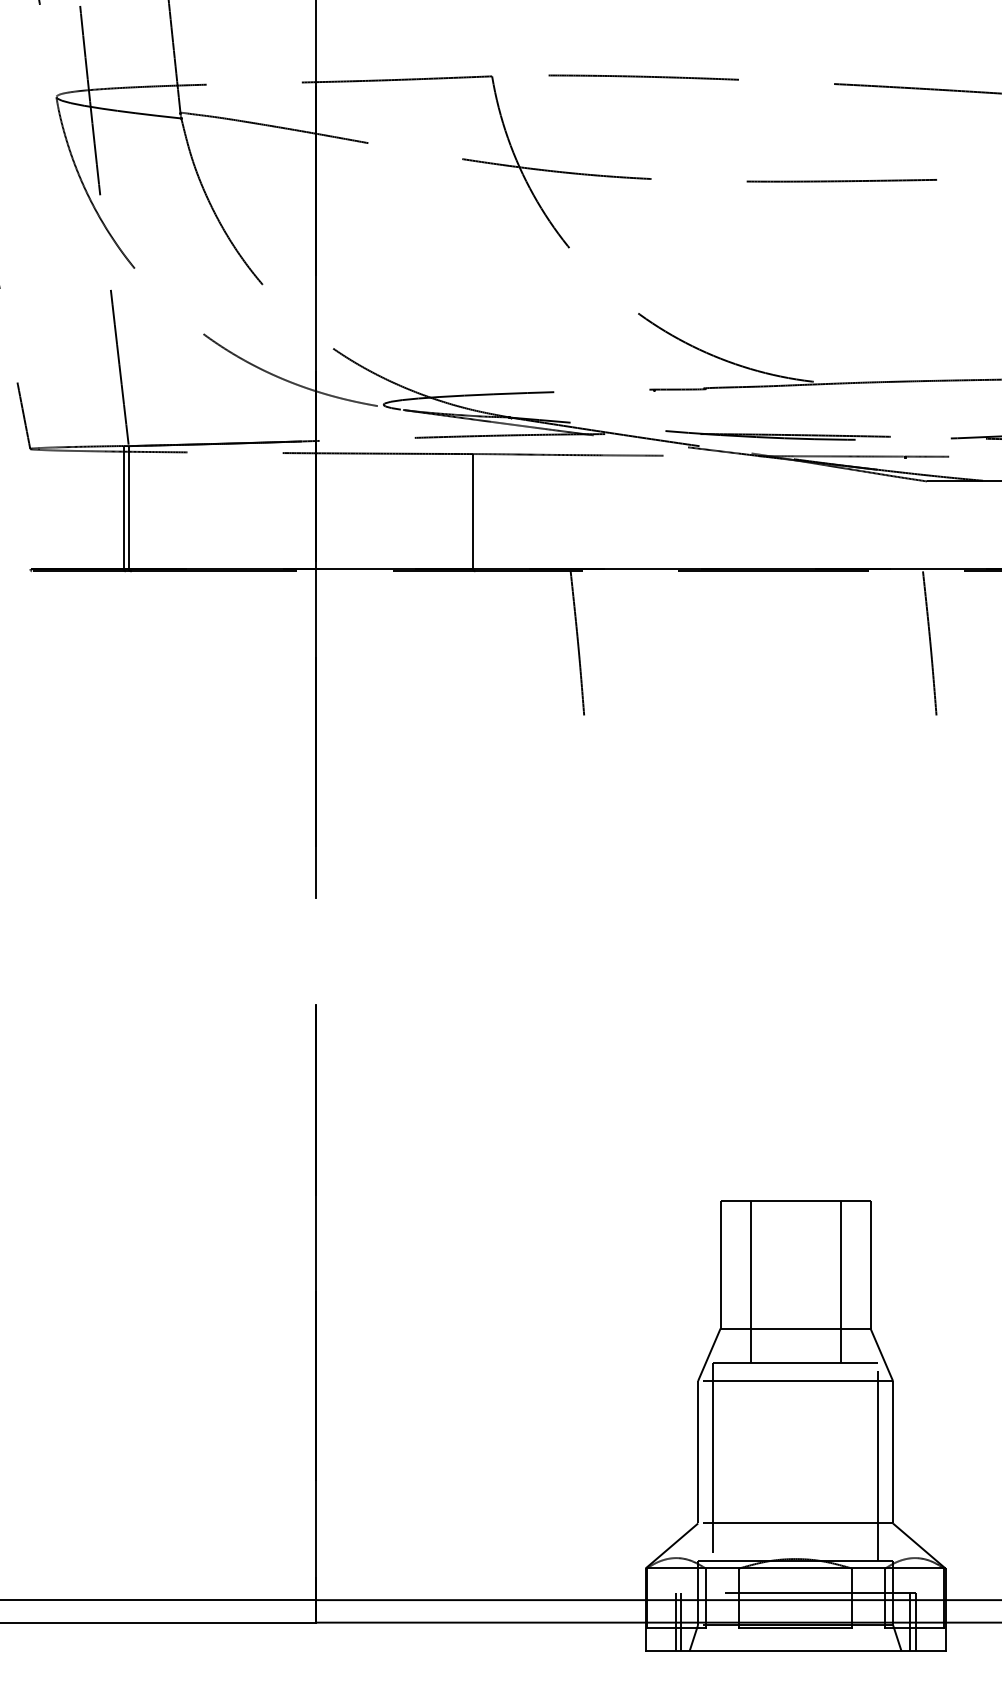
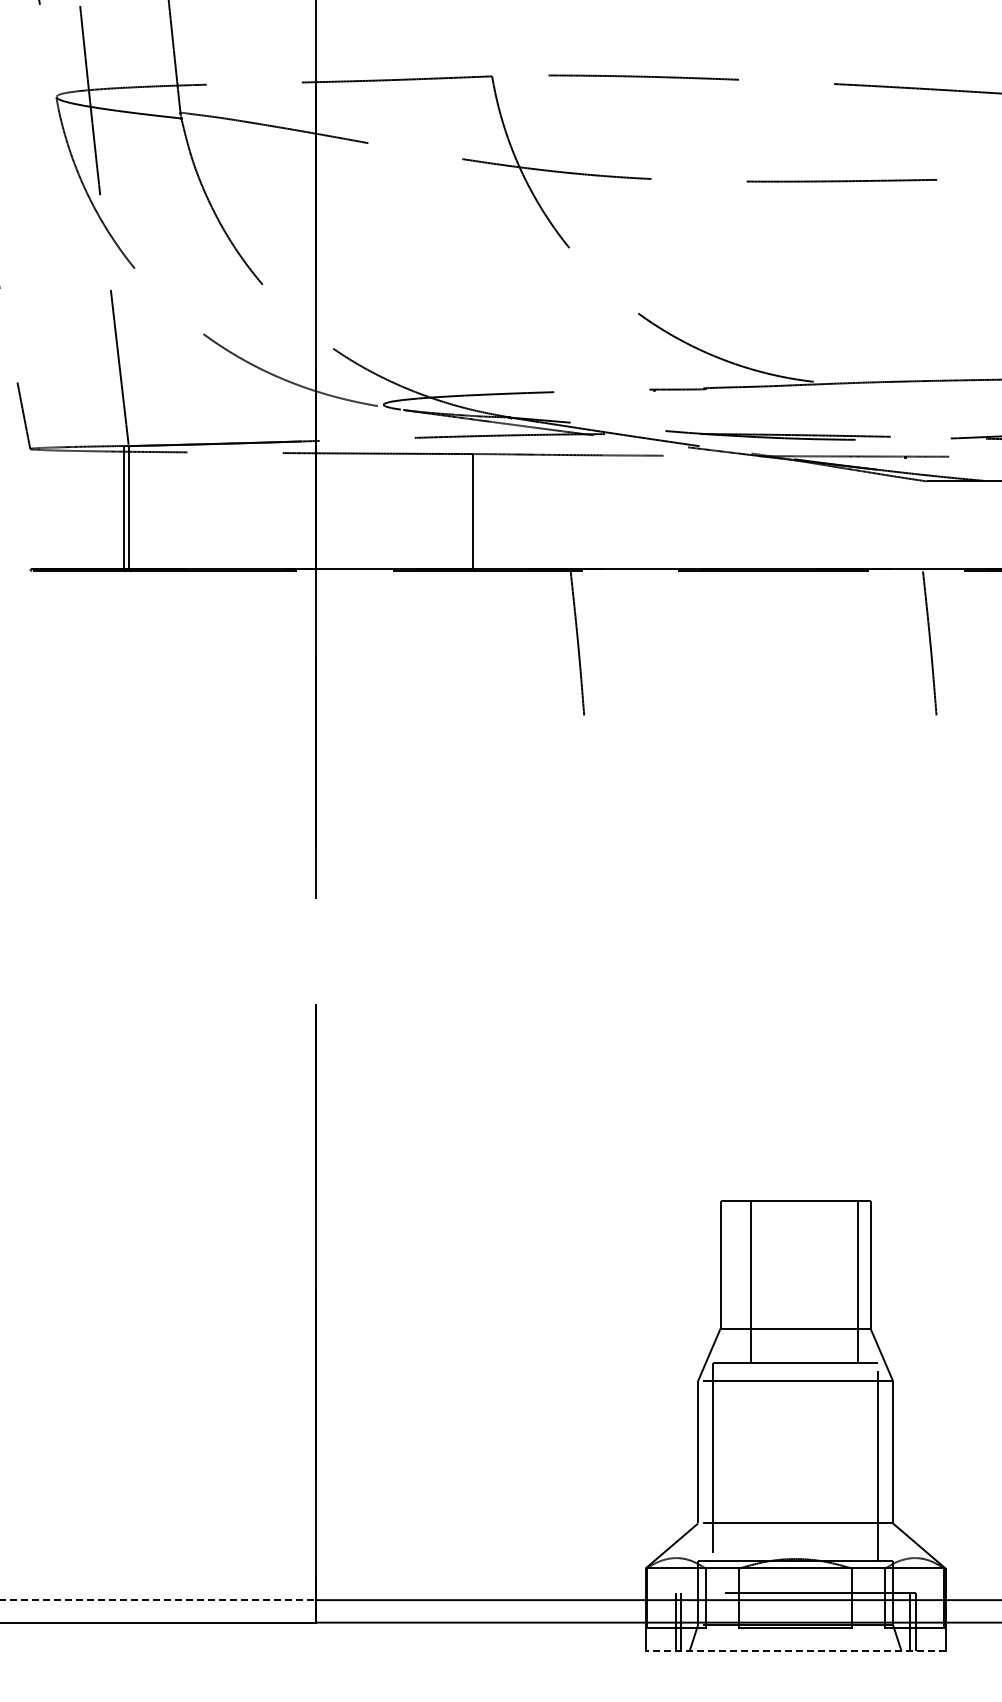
line at (840, 1281) position: (840, 1281) -> (857, 1281)
line at (158, 1600): solid -> dashed
line at (795, 1650): solid -> dashed
